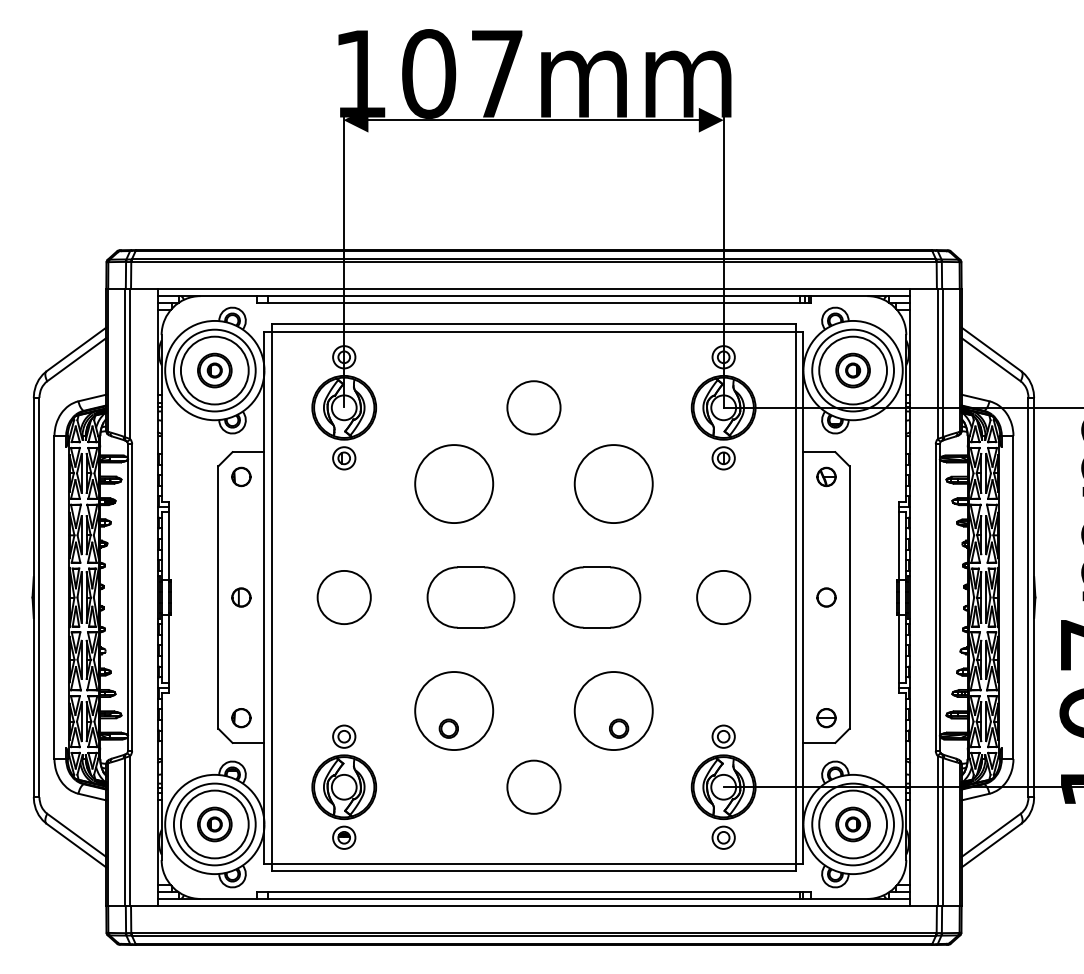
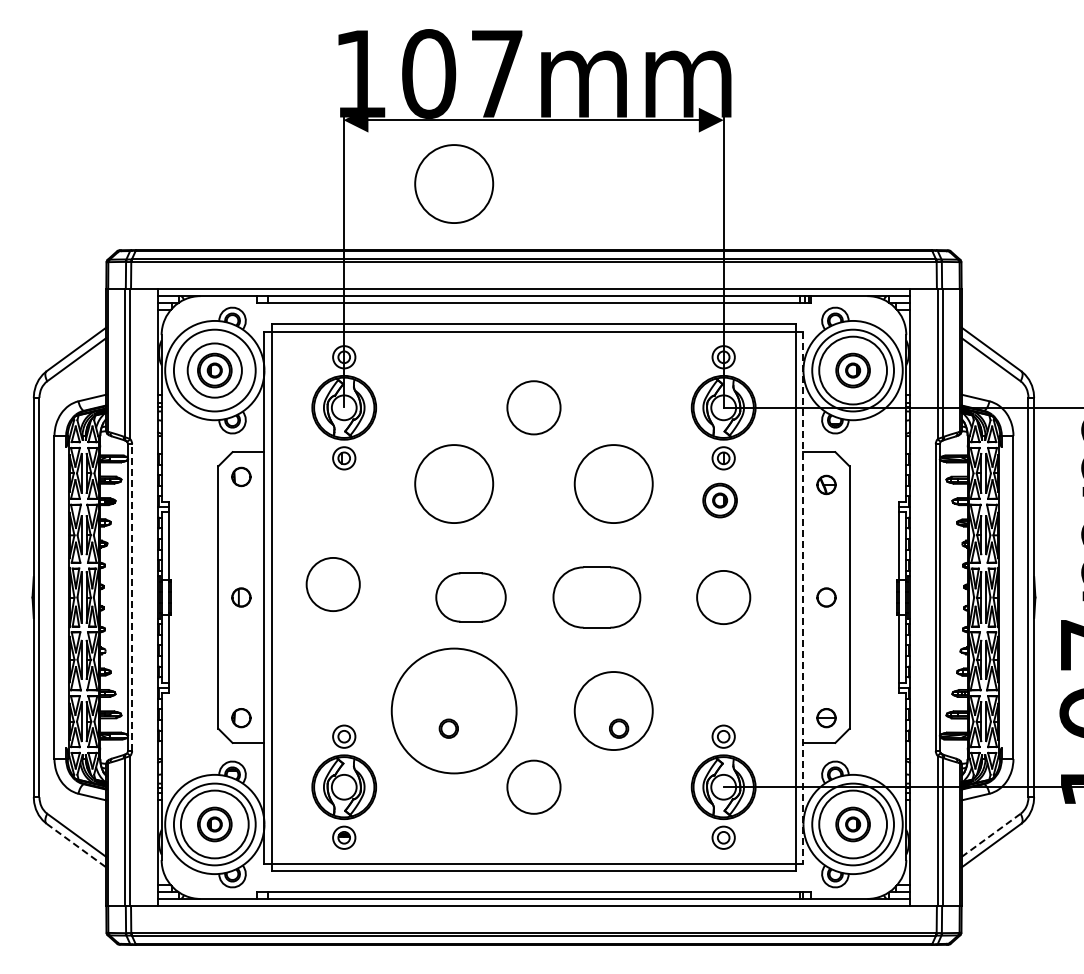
circle at (454, 183): none -> present
circle at (214, 370) diameter: 68 px -> 54 px
part at (826, 476) position: (826, 476) -> (826, 484)
part at (719, 500): none -> present
line at (132, 597): solid -> dashed
circle at (343, 597) position: (343, 597) -> (332, 584)
part at (470, 597) size: 90x63 px -> 72x51 px
line at (803, 597): solid -> dashed
circle at (454, 711) diameter: 78 px -> 125 px
line at (991, 835): solid -> dashed
line at (76, 845): solid -> dashed
